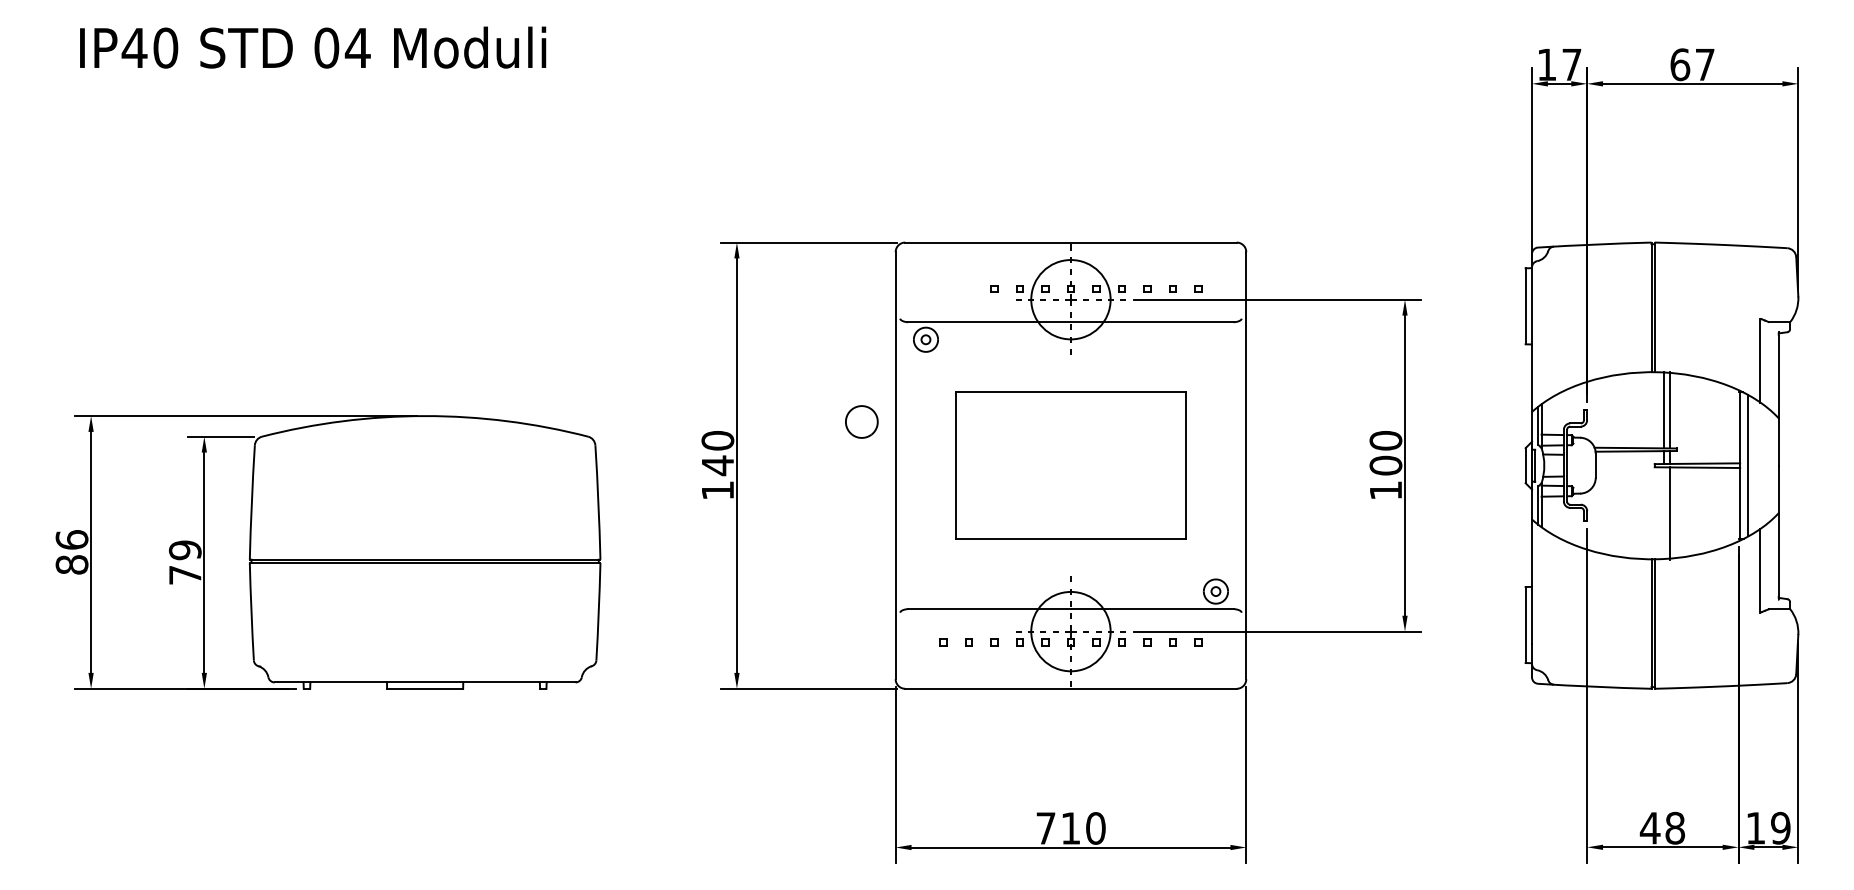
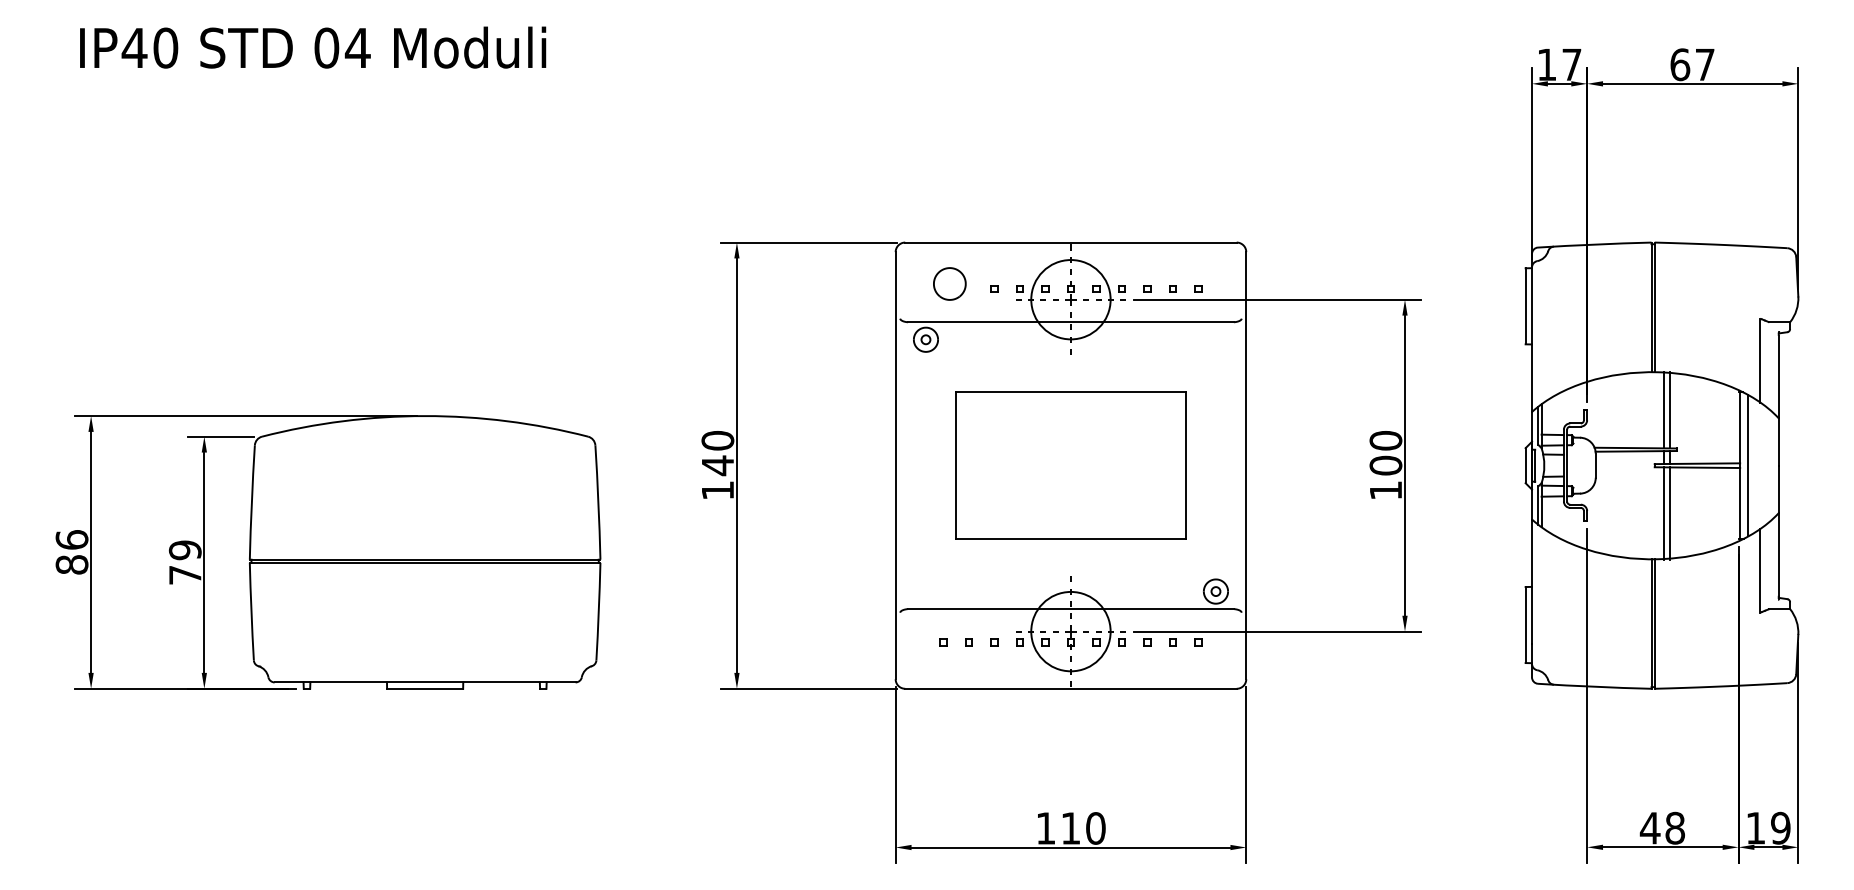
part at (861, 421) position: (861, 421) -> (949, 283)
line at (1664, 513): none -> present
text at (1045, 828): 710 -> 110
